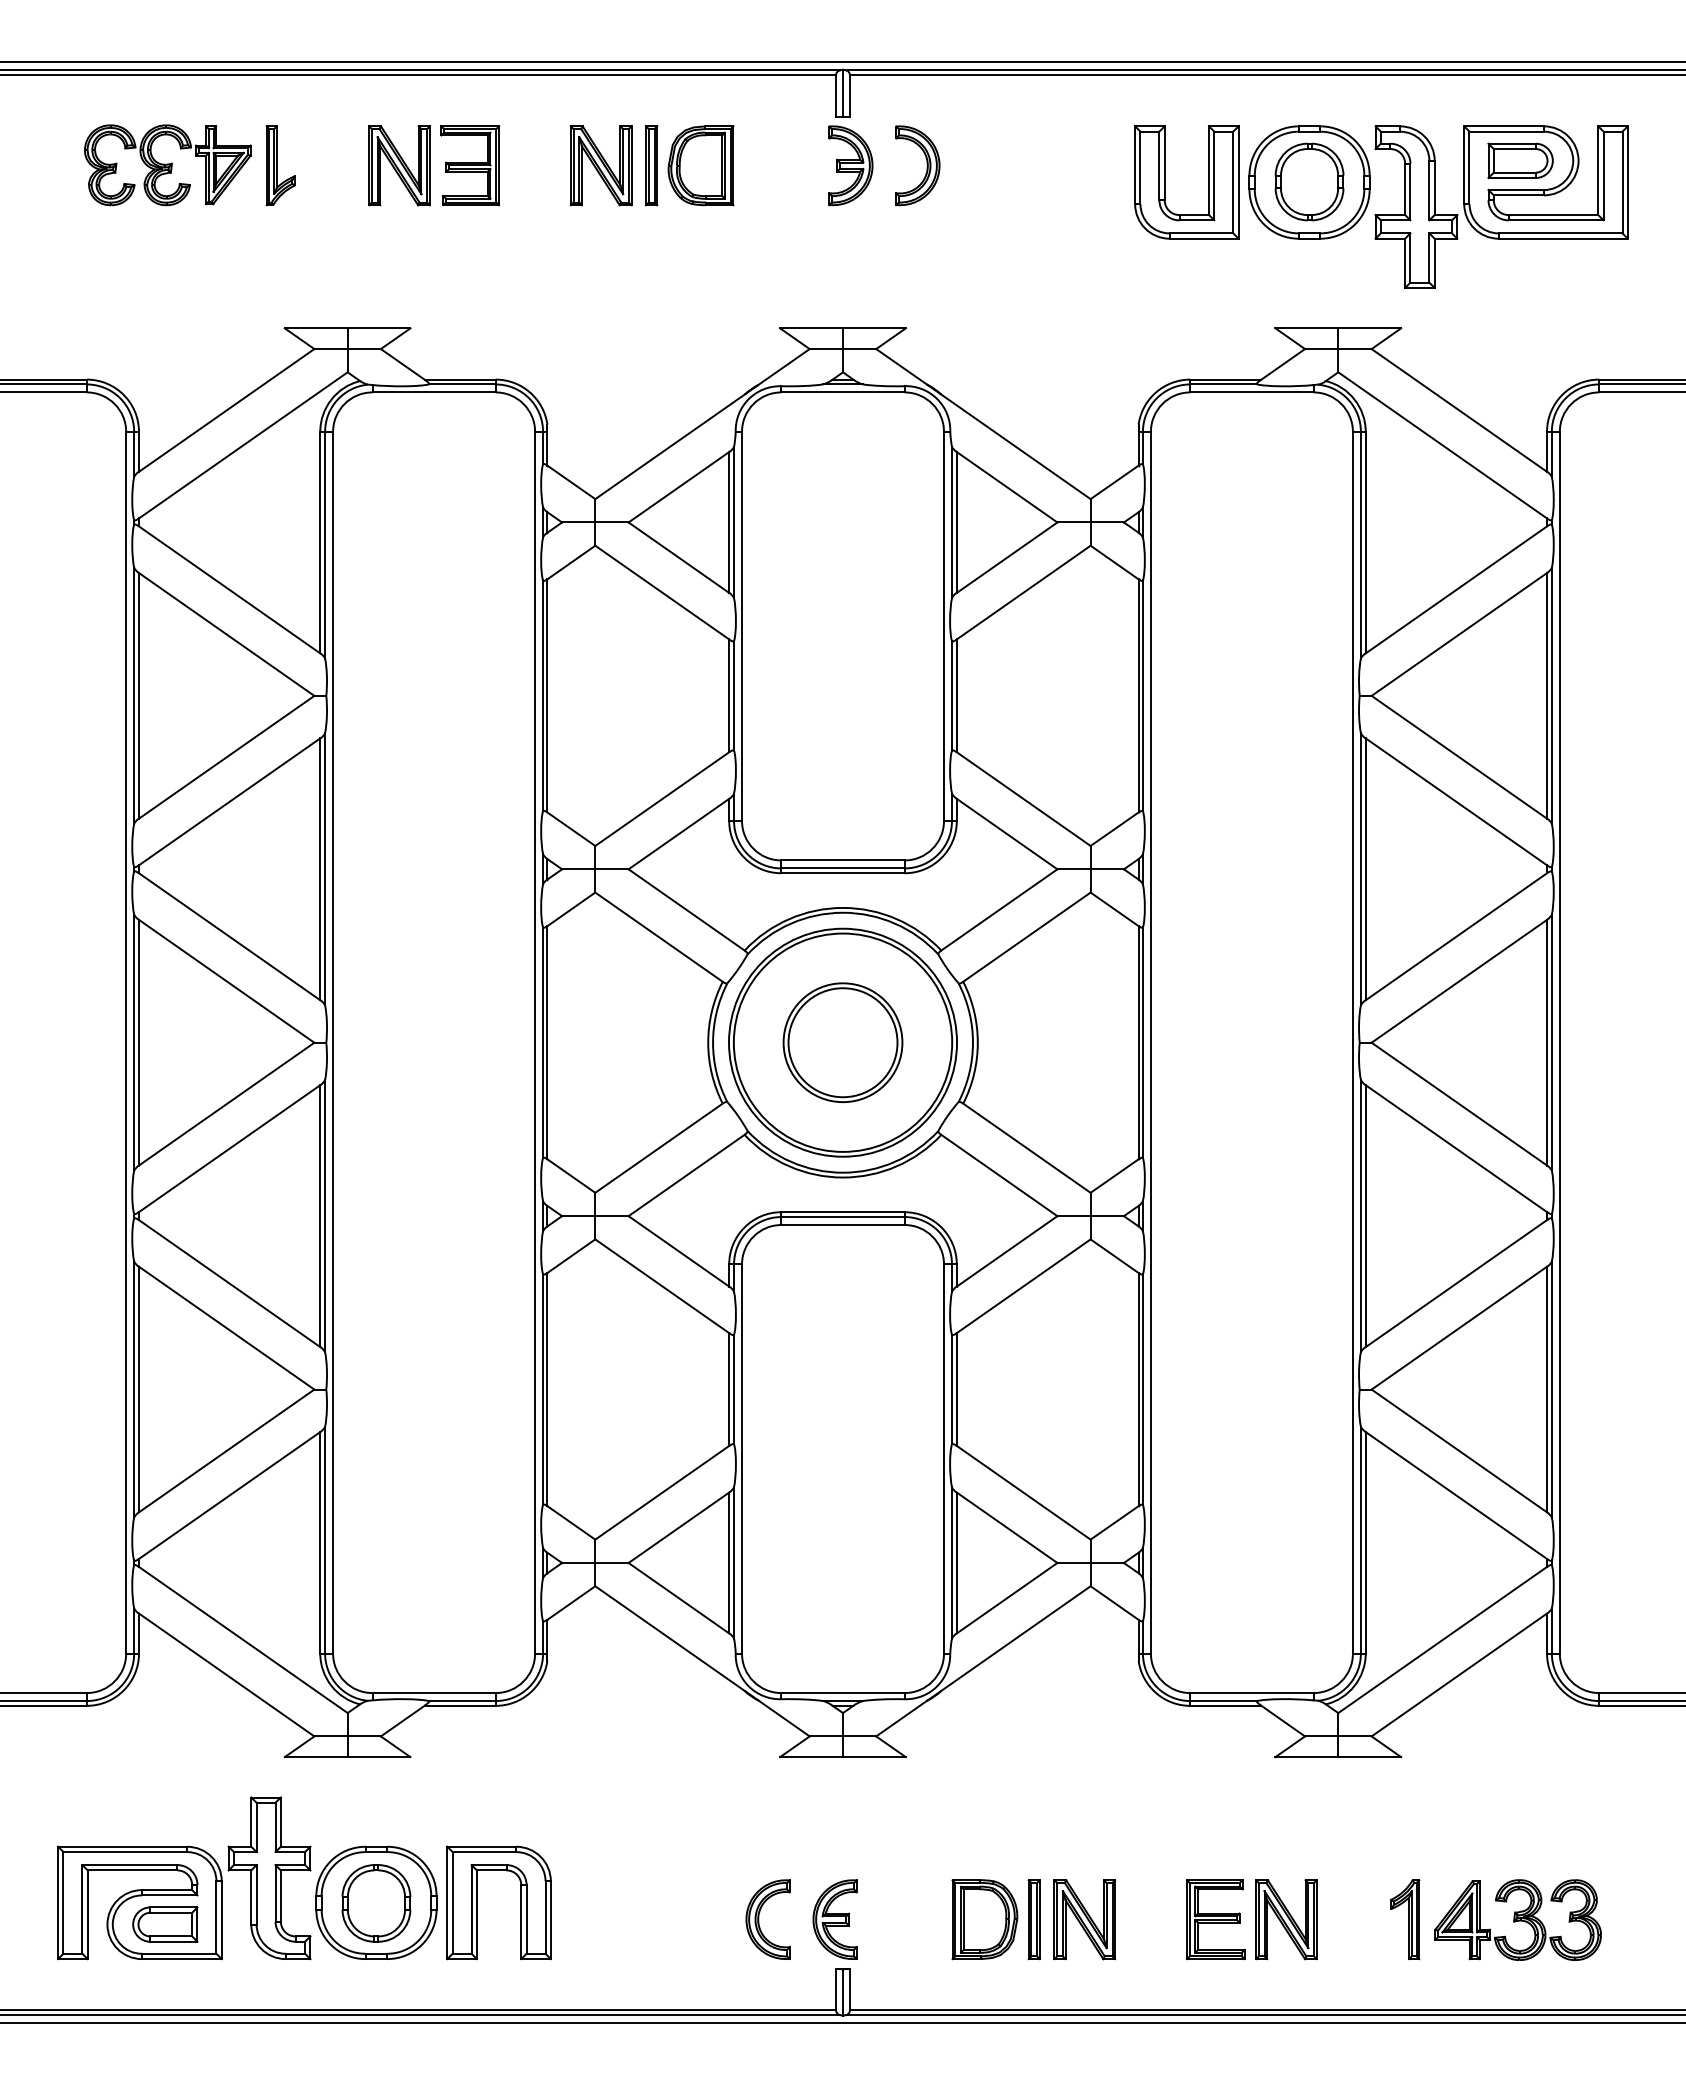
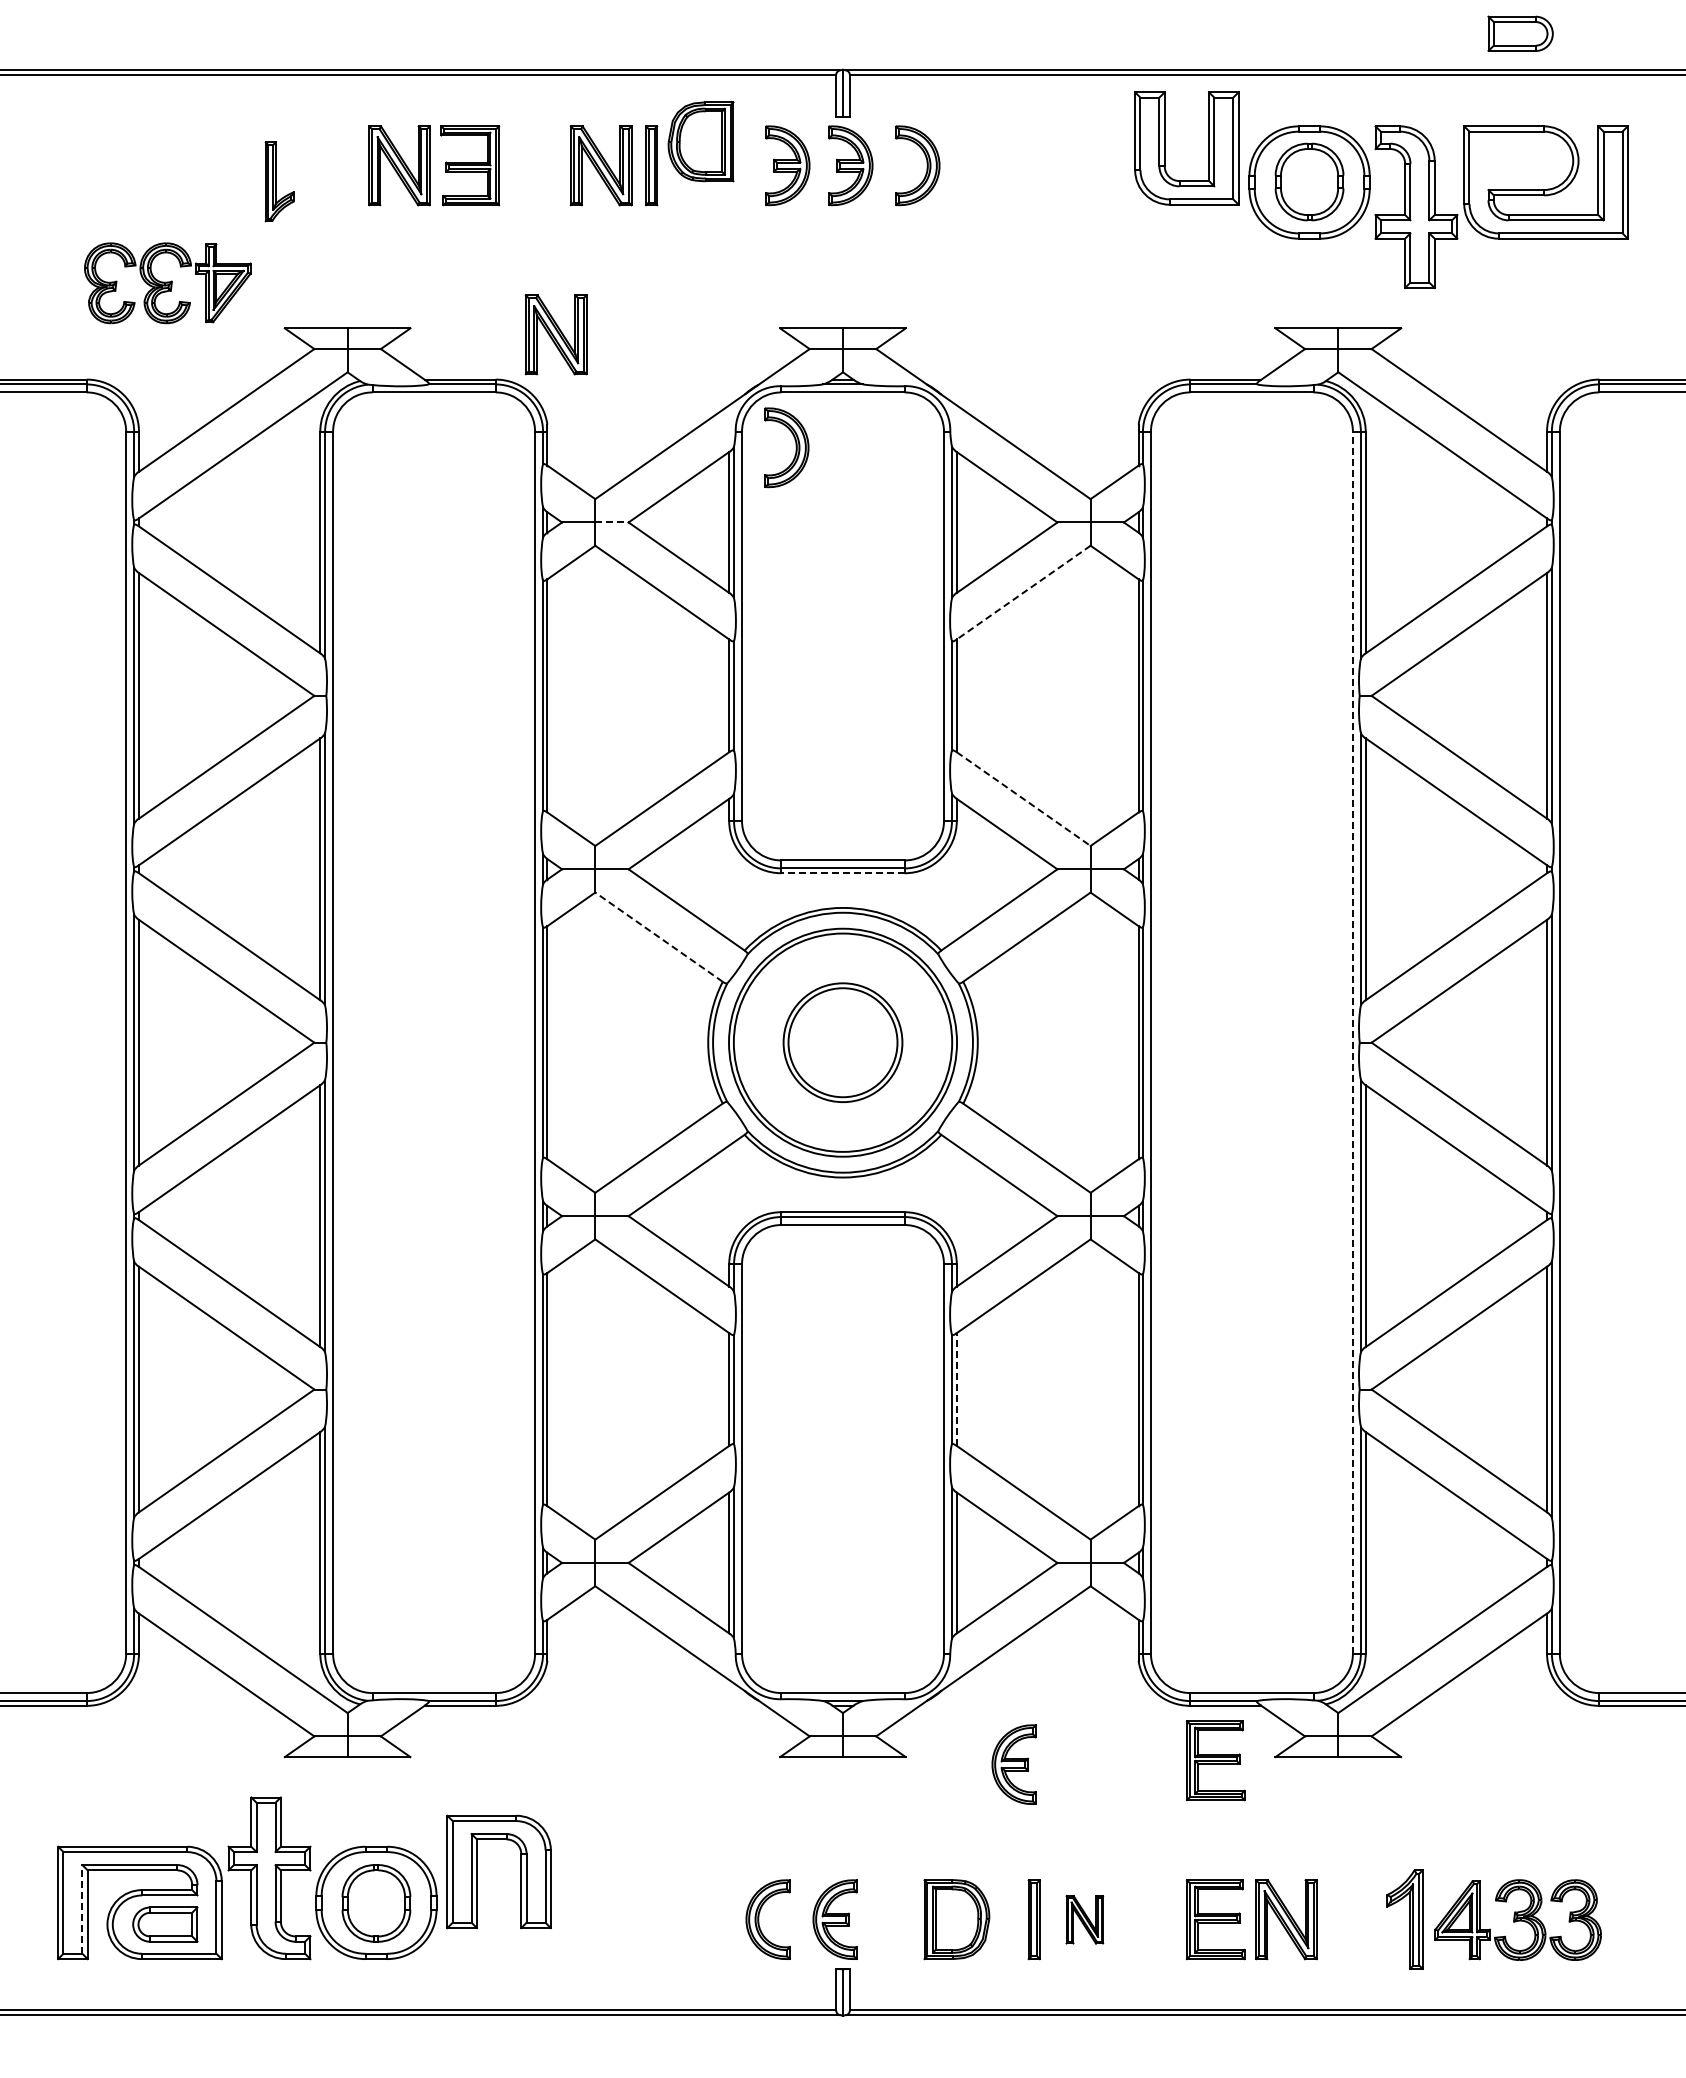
line at (842, 62): present -> none
part at (1520, 160) position: (1520, 160) -> (1520, 33)
part at (167, 165) position: (167, 165) -> (167, 283)
part at (280, 165) position: (280, 165) -> (279, 181)
part at (700, 165) position: (700, 165) -> (700, 141)
part at (787, 165): none -> present
part at (1165, 182) position: (1165, 182) -> (1165, 148)
part at (555, 334): none -> present
part at (795, 447): none -> present
line at (611, 522): solid -> dashed
line at (1023, 592): solid -> dashed
line at (1023, 799): solid -> dashed
line at (843, 873): solid -> dashed
line at (659, 937): solid -> dashed
line at (1352, 1042): solid -> dashed
line at (956, 1389): solid -> dashed
part at (1215, 1760): none -> present
part at (1013, 1764): none -> present
part at (477, 1902) position: (477, 1902) -> (477, 1871)
line at (82, 1908): solid -> dashed
part at (984, 1919) position: (984, 1919) -> (956, 1919)
part at (1084, 1919) size: 64x82 px -> 40x50 px
part at (1405, 1919) size: 31x82 px -> 38x101 px
line at (842, 2023): present -> none
